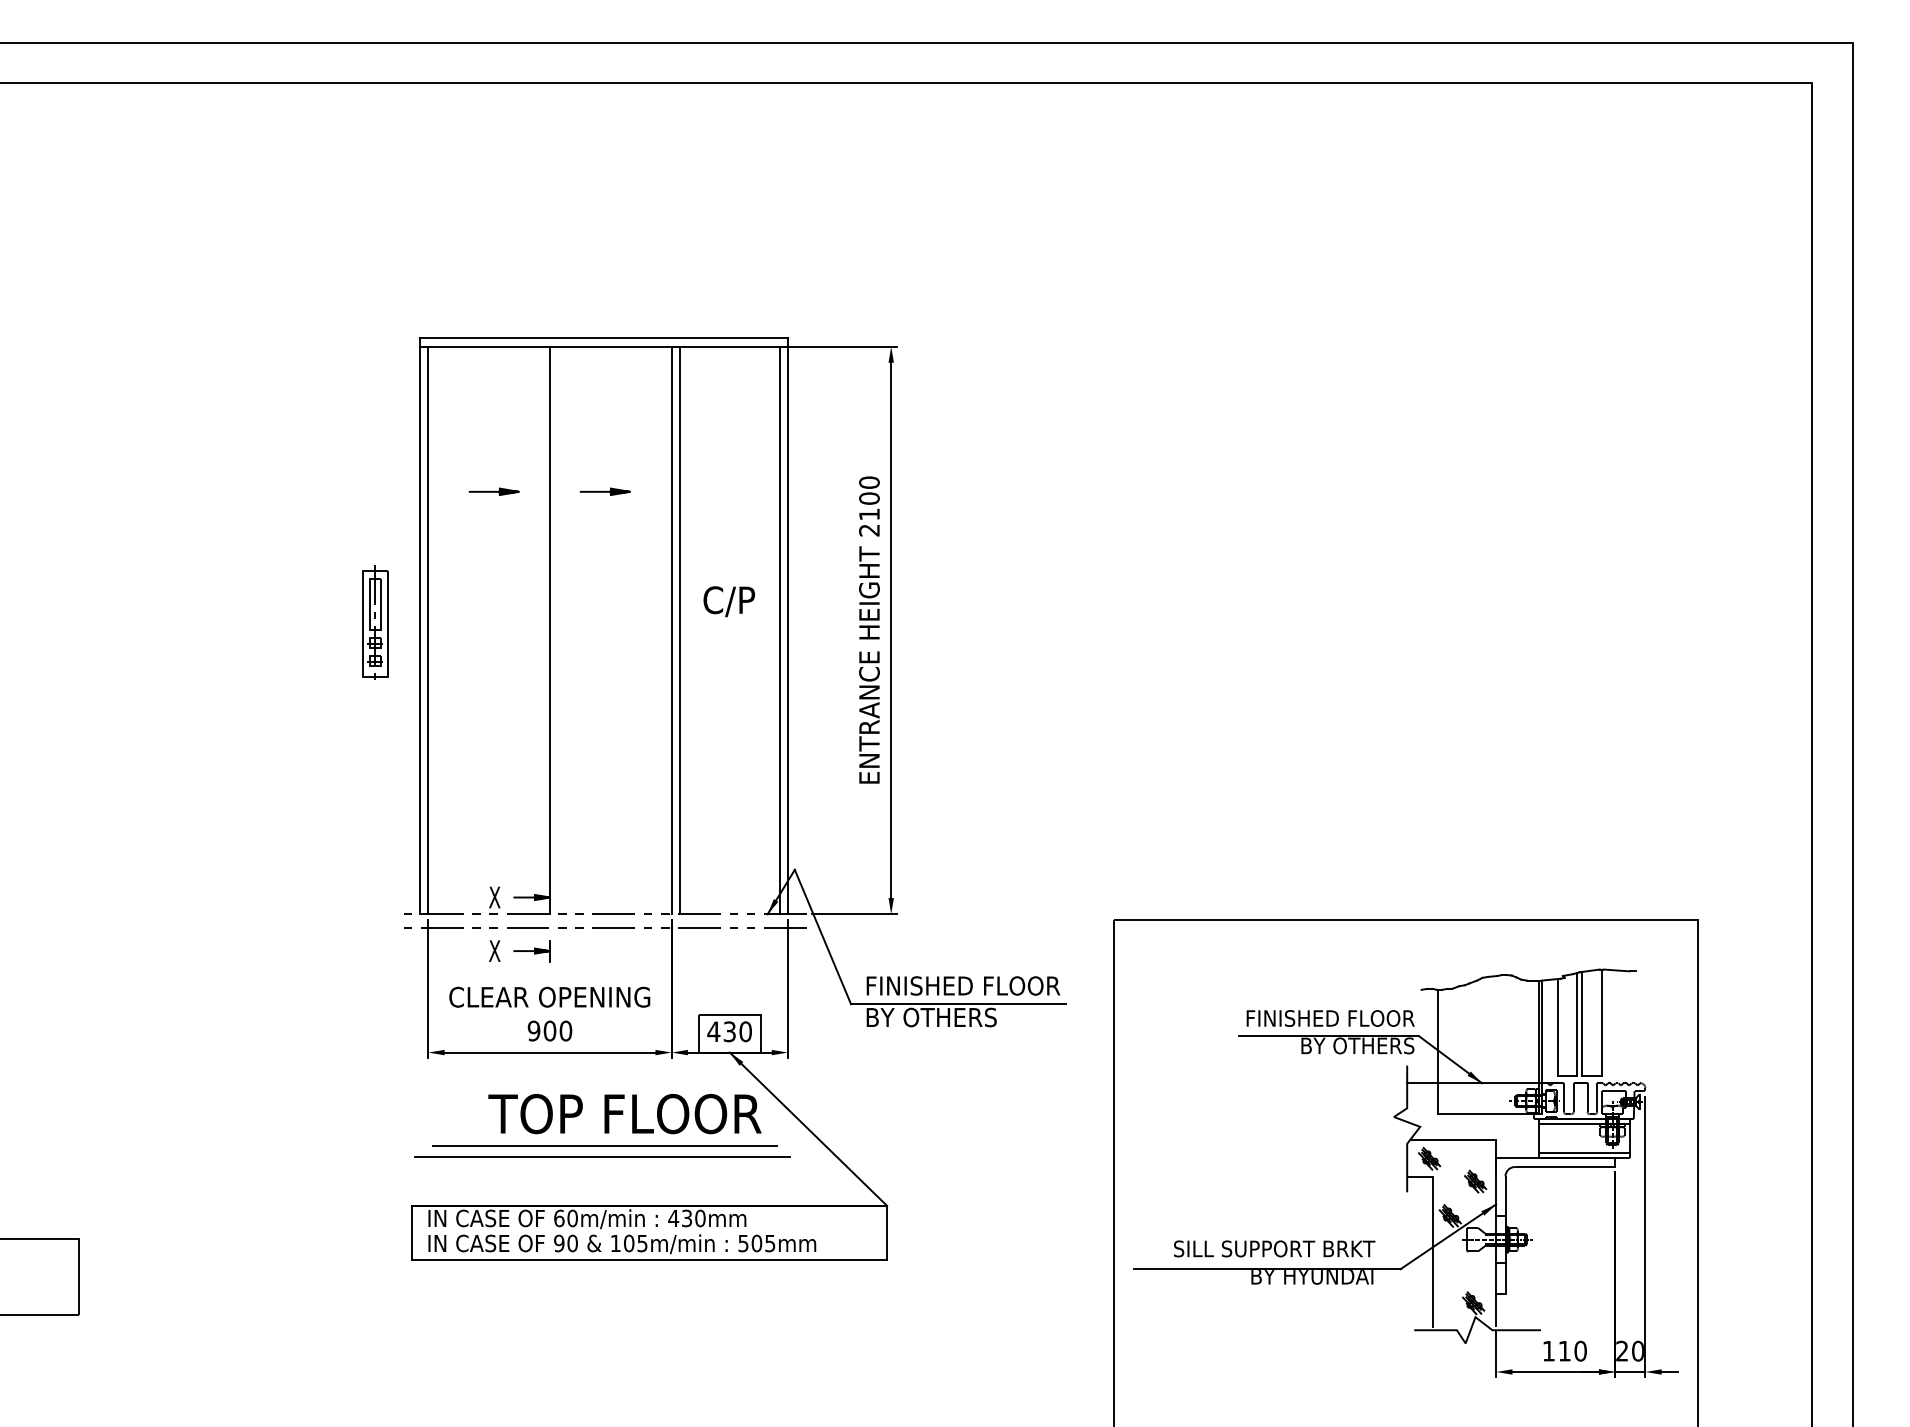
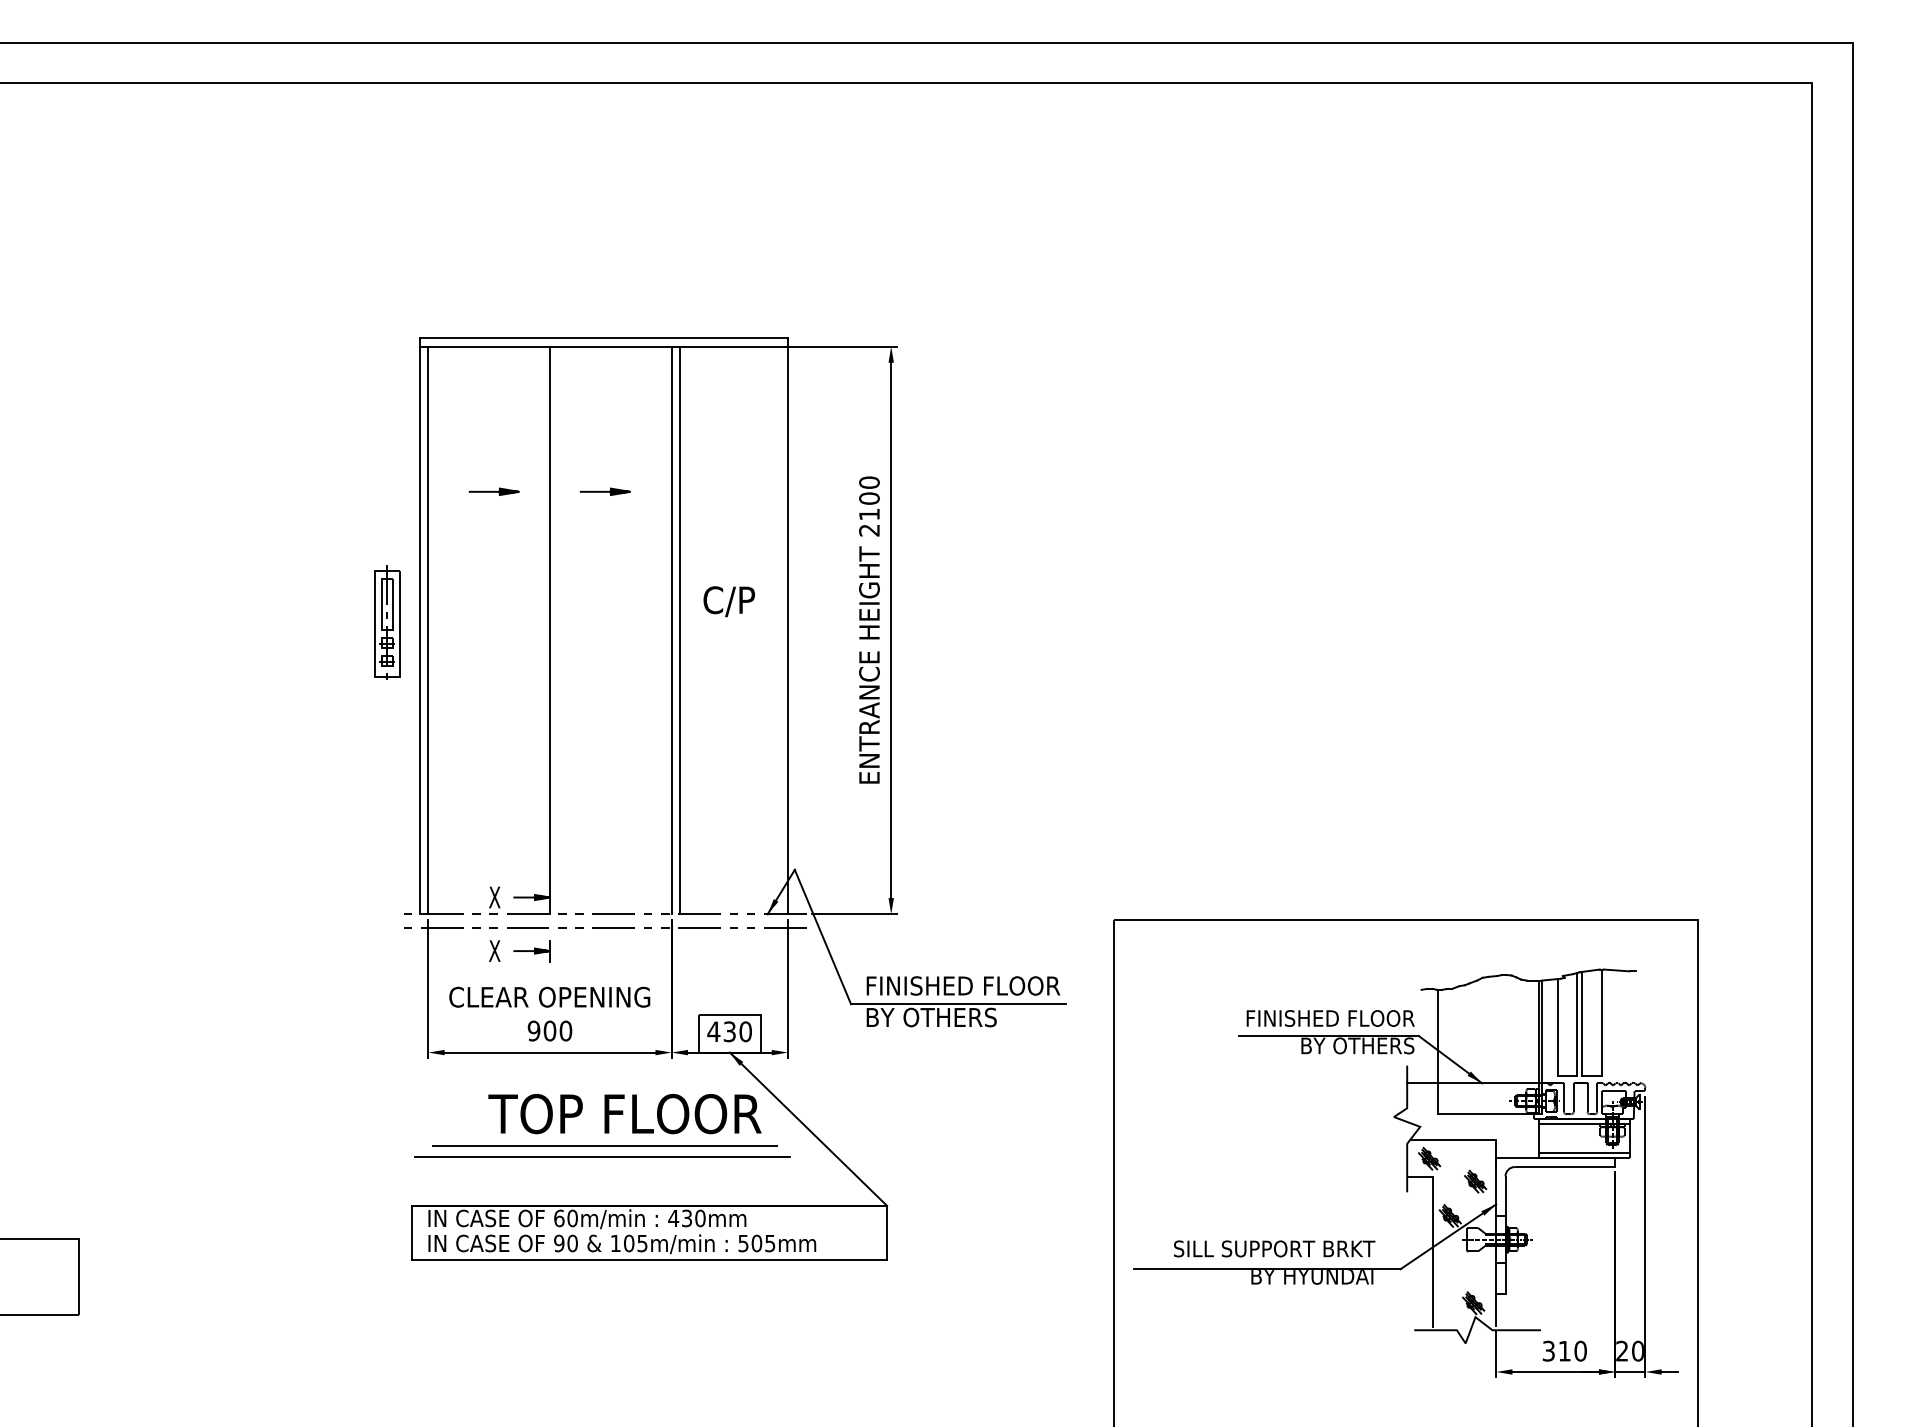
part at (375, 622) position: (375, 622) -> (387, 622)
line at (779, 630): present -> none
text at (1548, 1350): 110 -> 310
